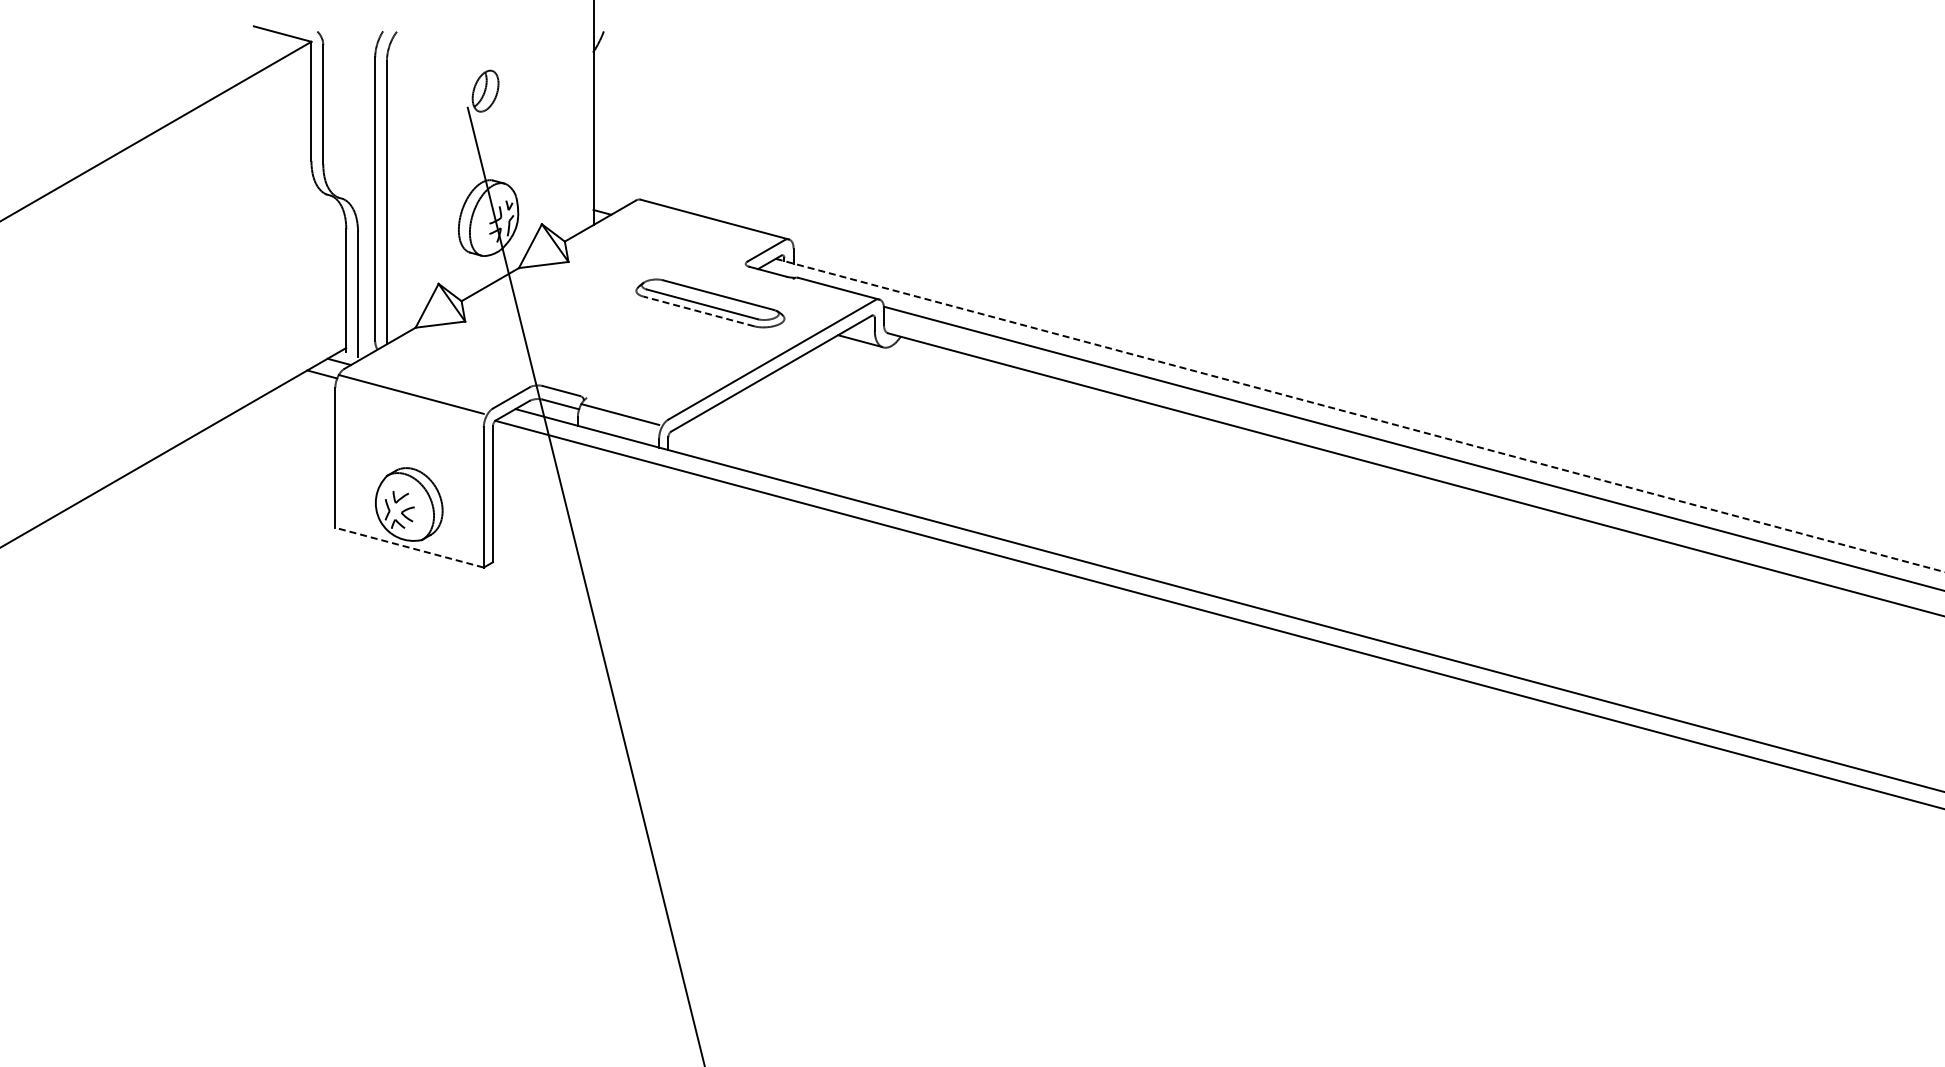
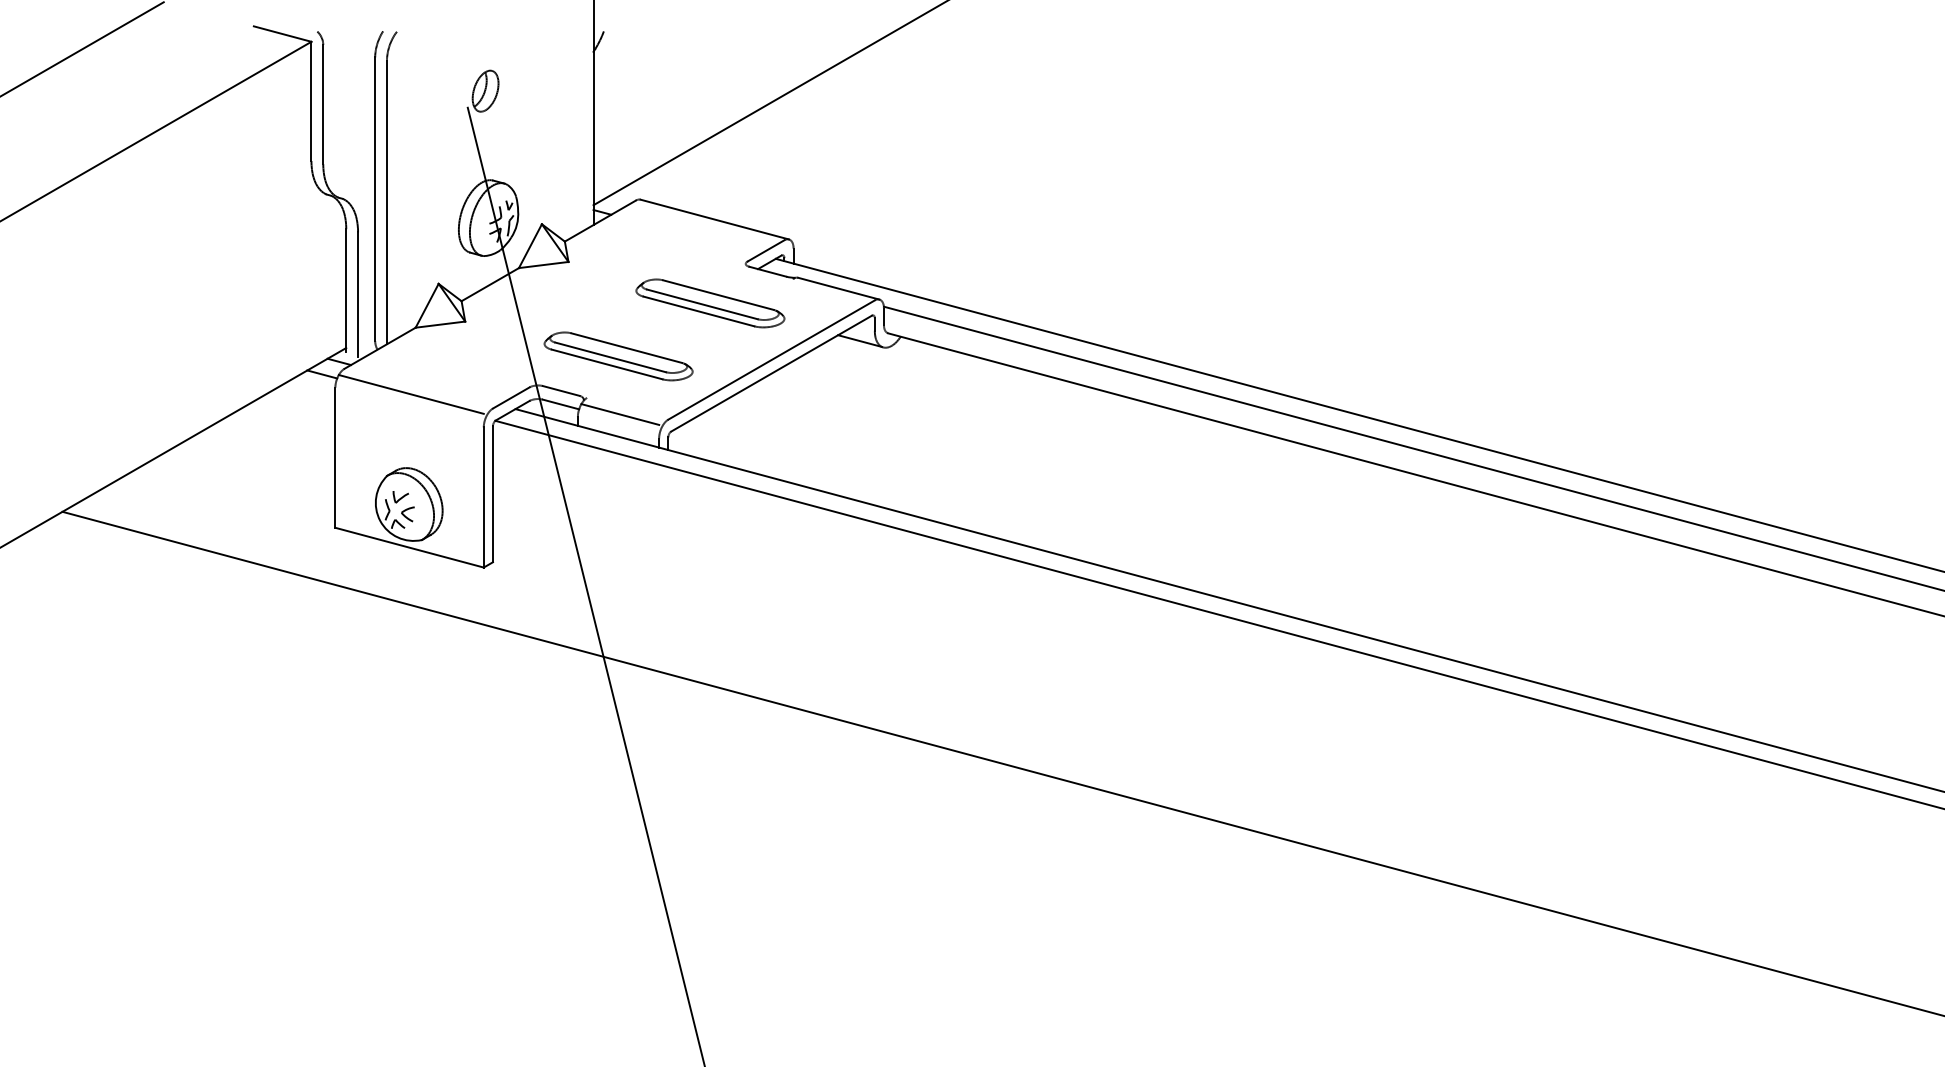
line at (82, 48): none -> present
line at (769, 103): none -> present
line at (698, 311): dashed -> solid
part at (618, 356): none -> present
line at (1360, 415): dashed -> solid
line at (409, 547): dashed -> solid
line at (1001, 763): none -> present
